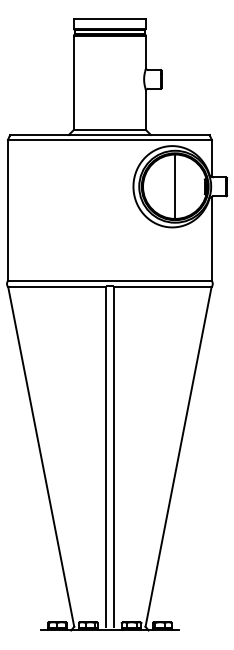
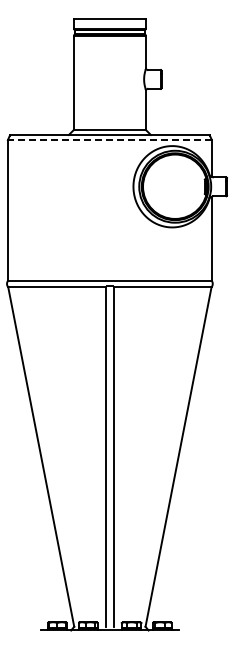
line at (109, 140): solid -> dashed
line at (174, 186): present -> none
